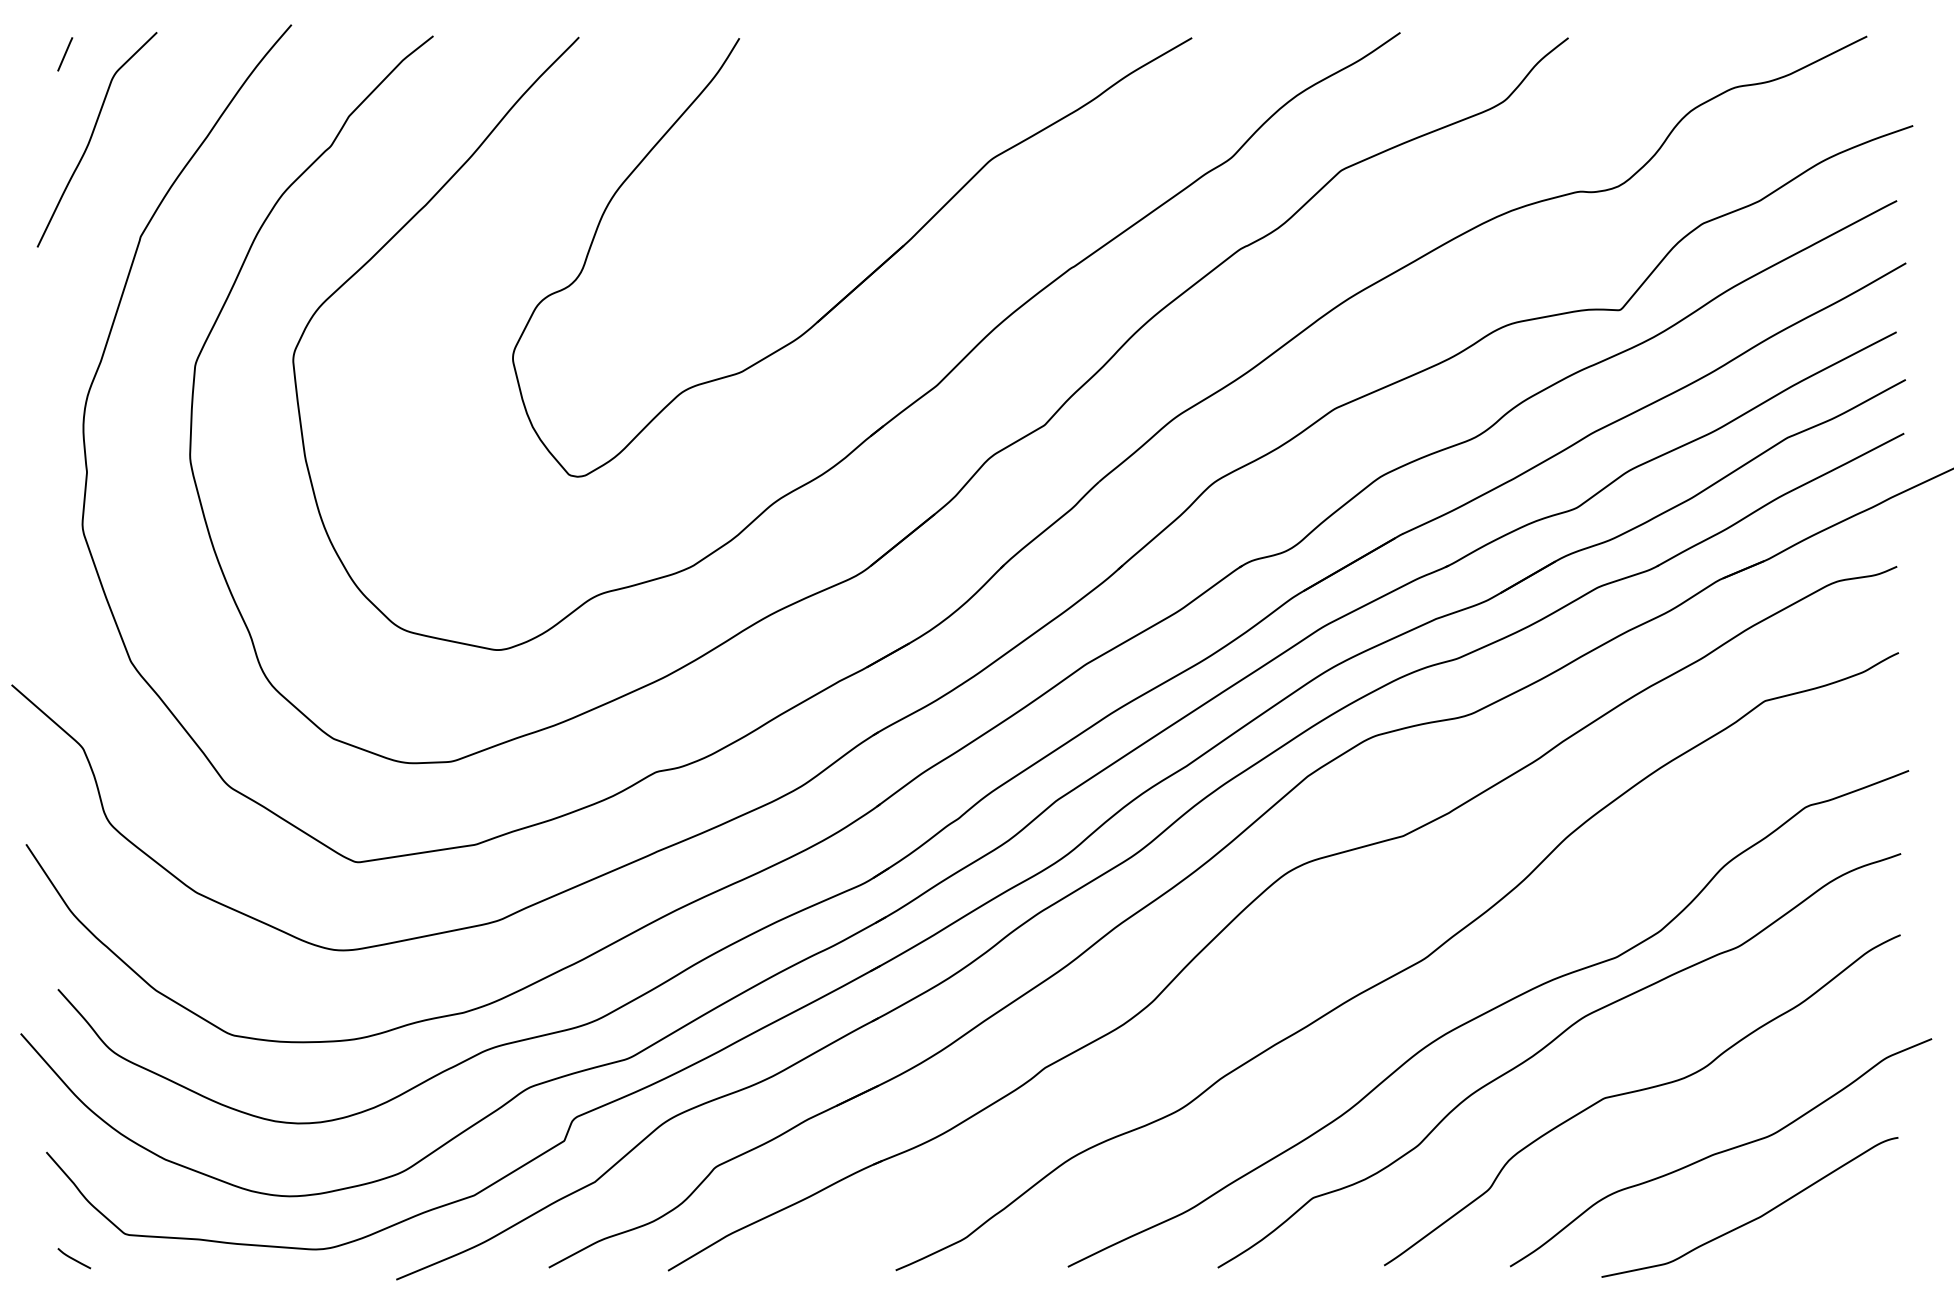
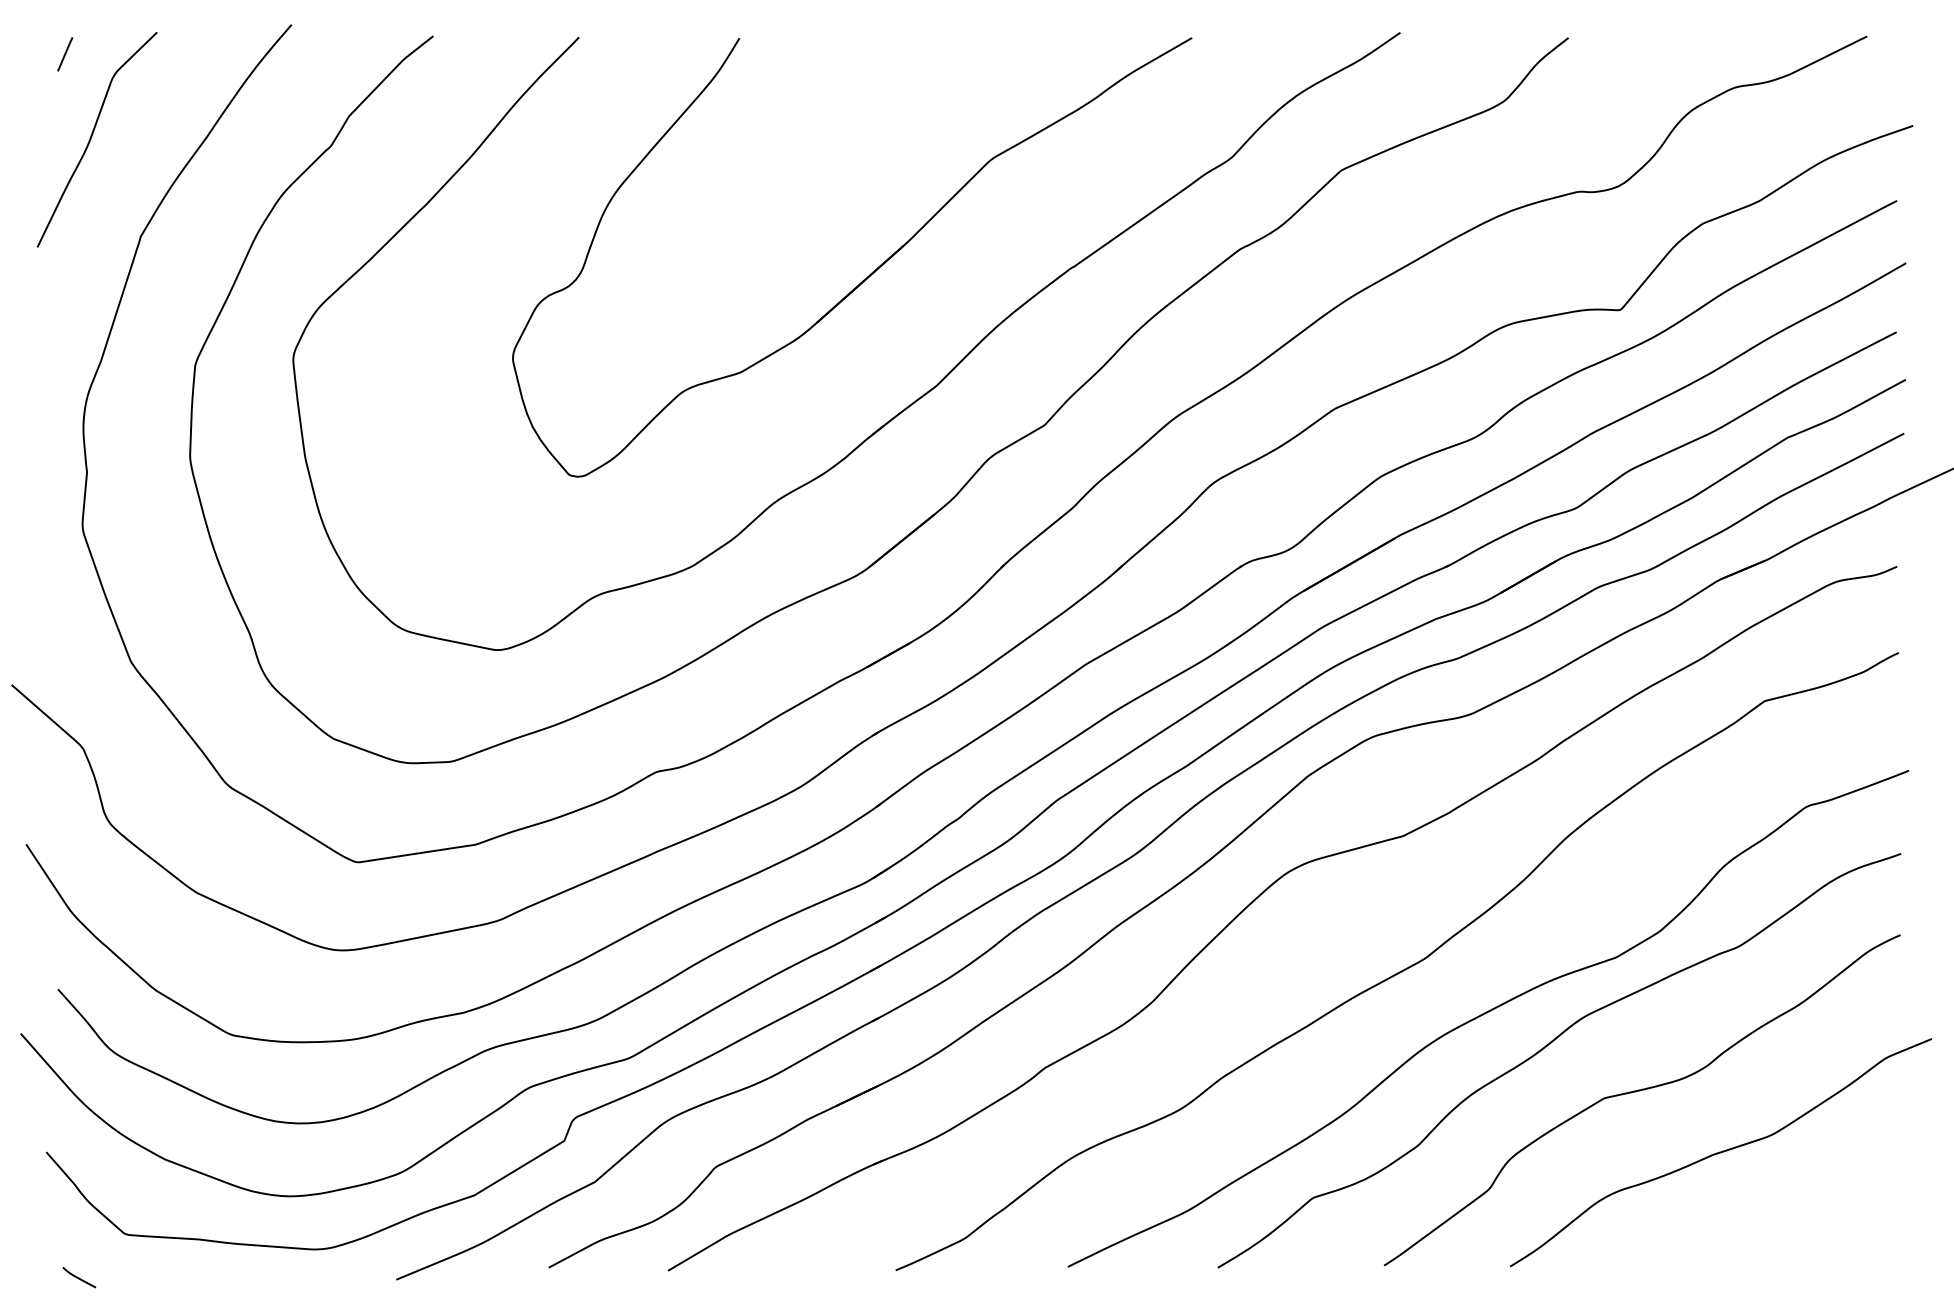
curve at (1754, 1218): present -> none
curve at (74, 1258) position: (74, 1258) -> (79, 1277)
